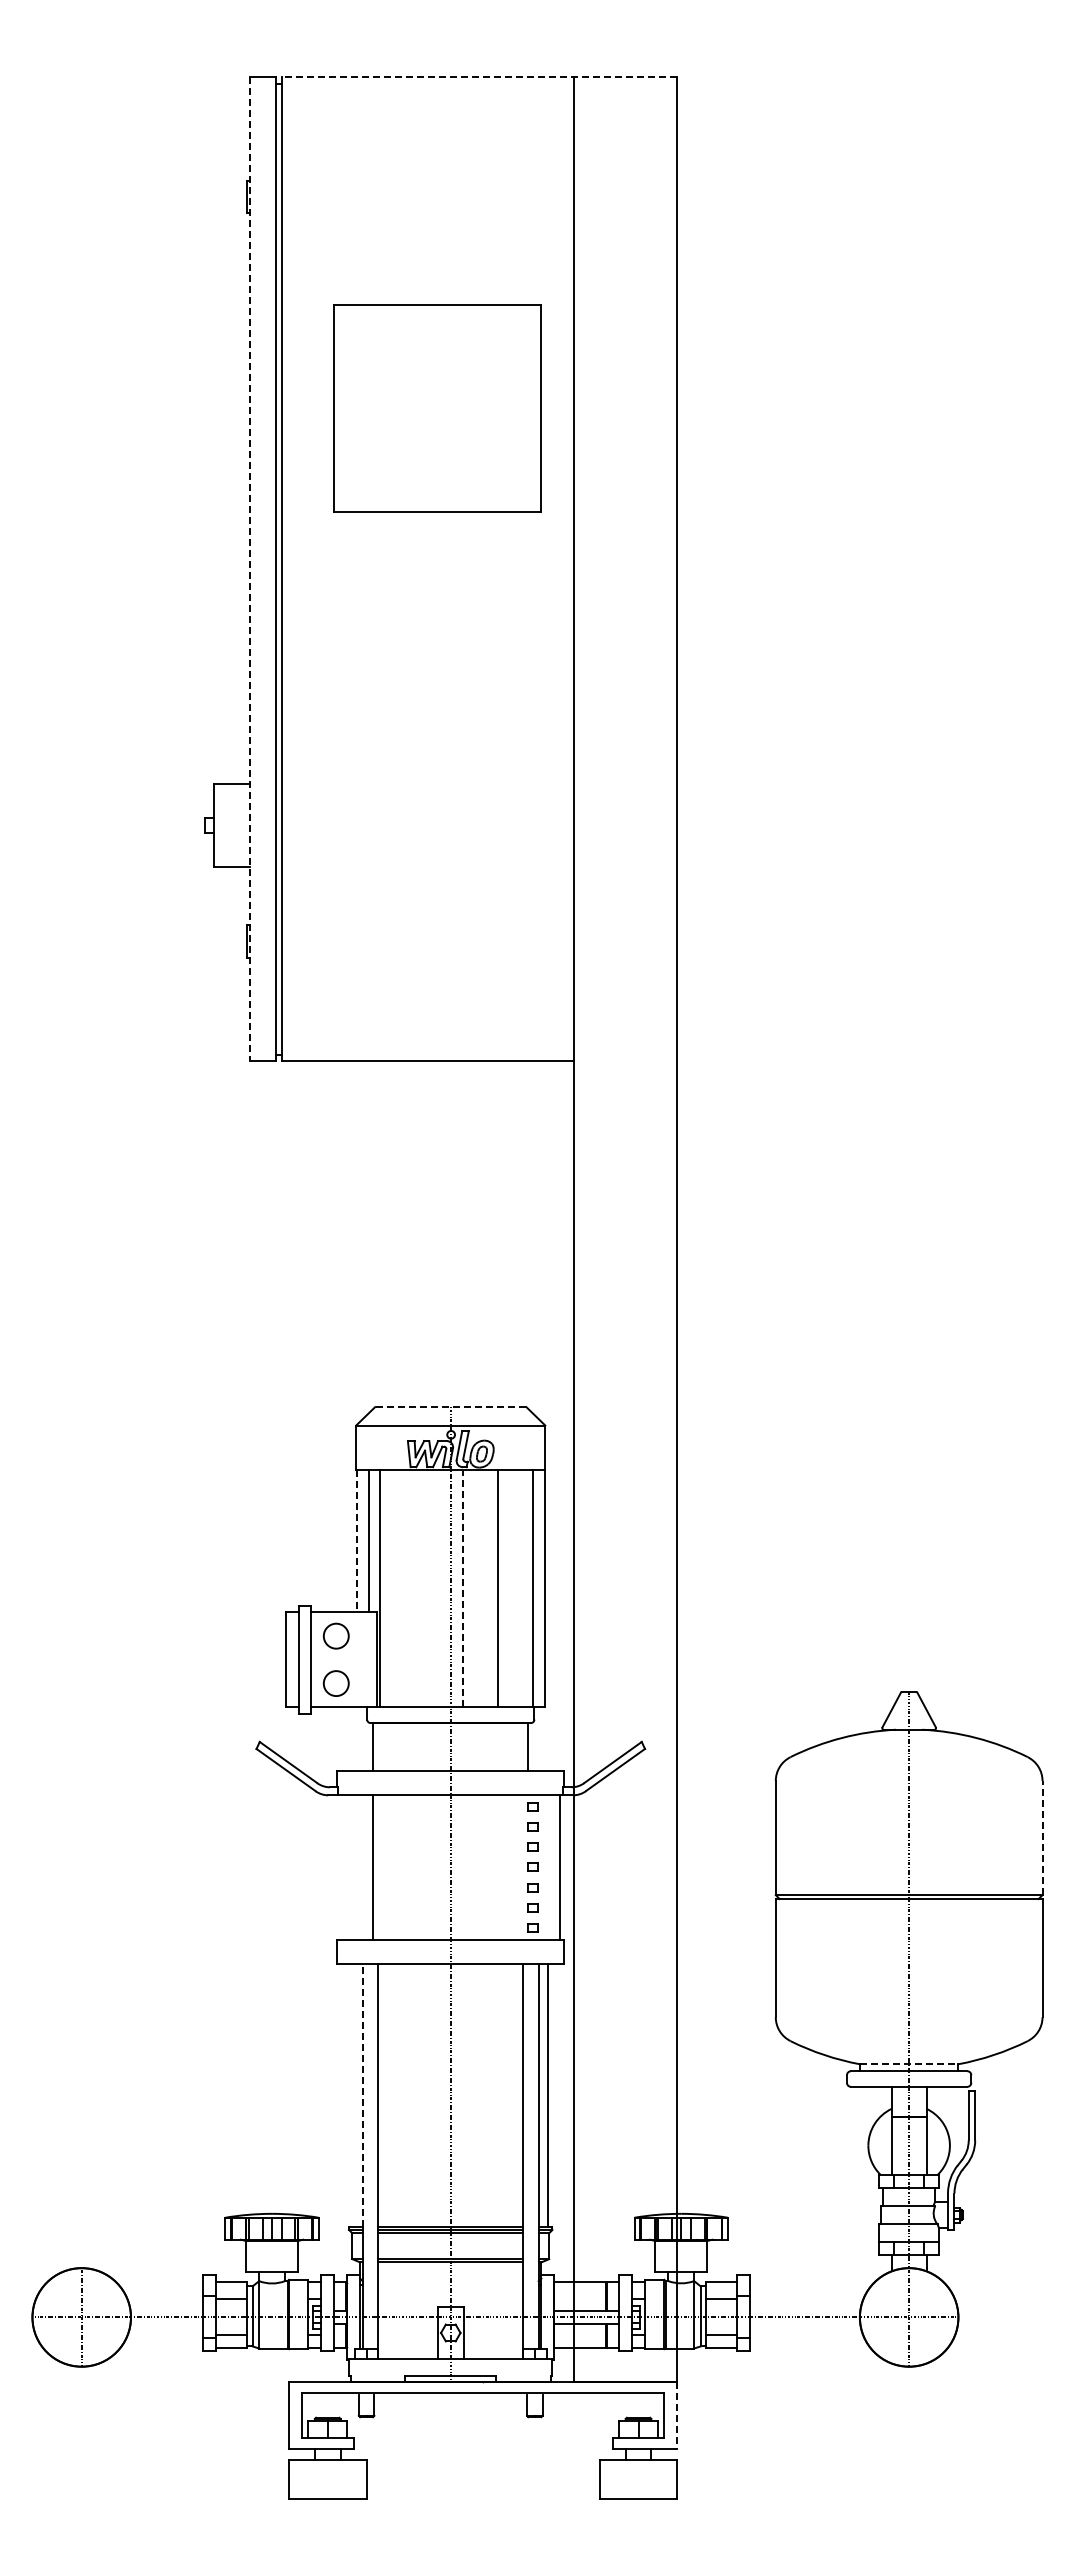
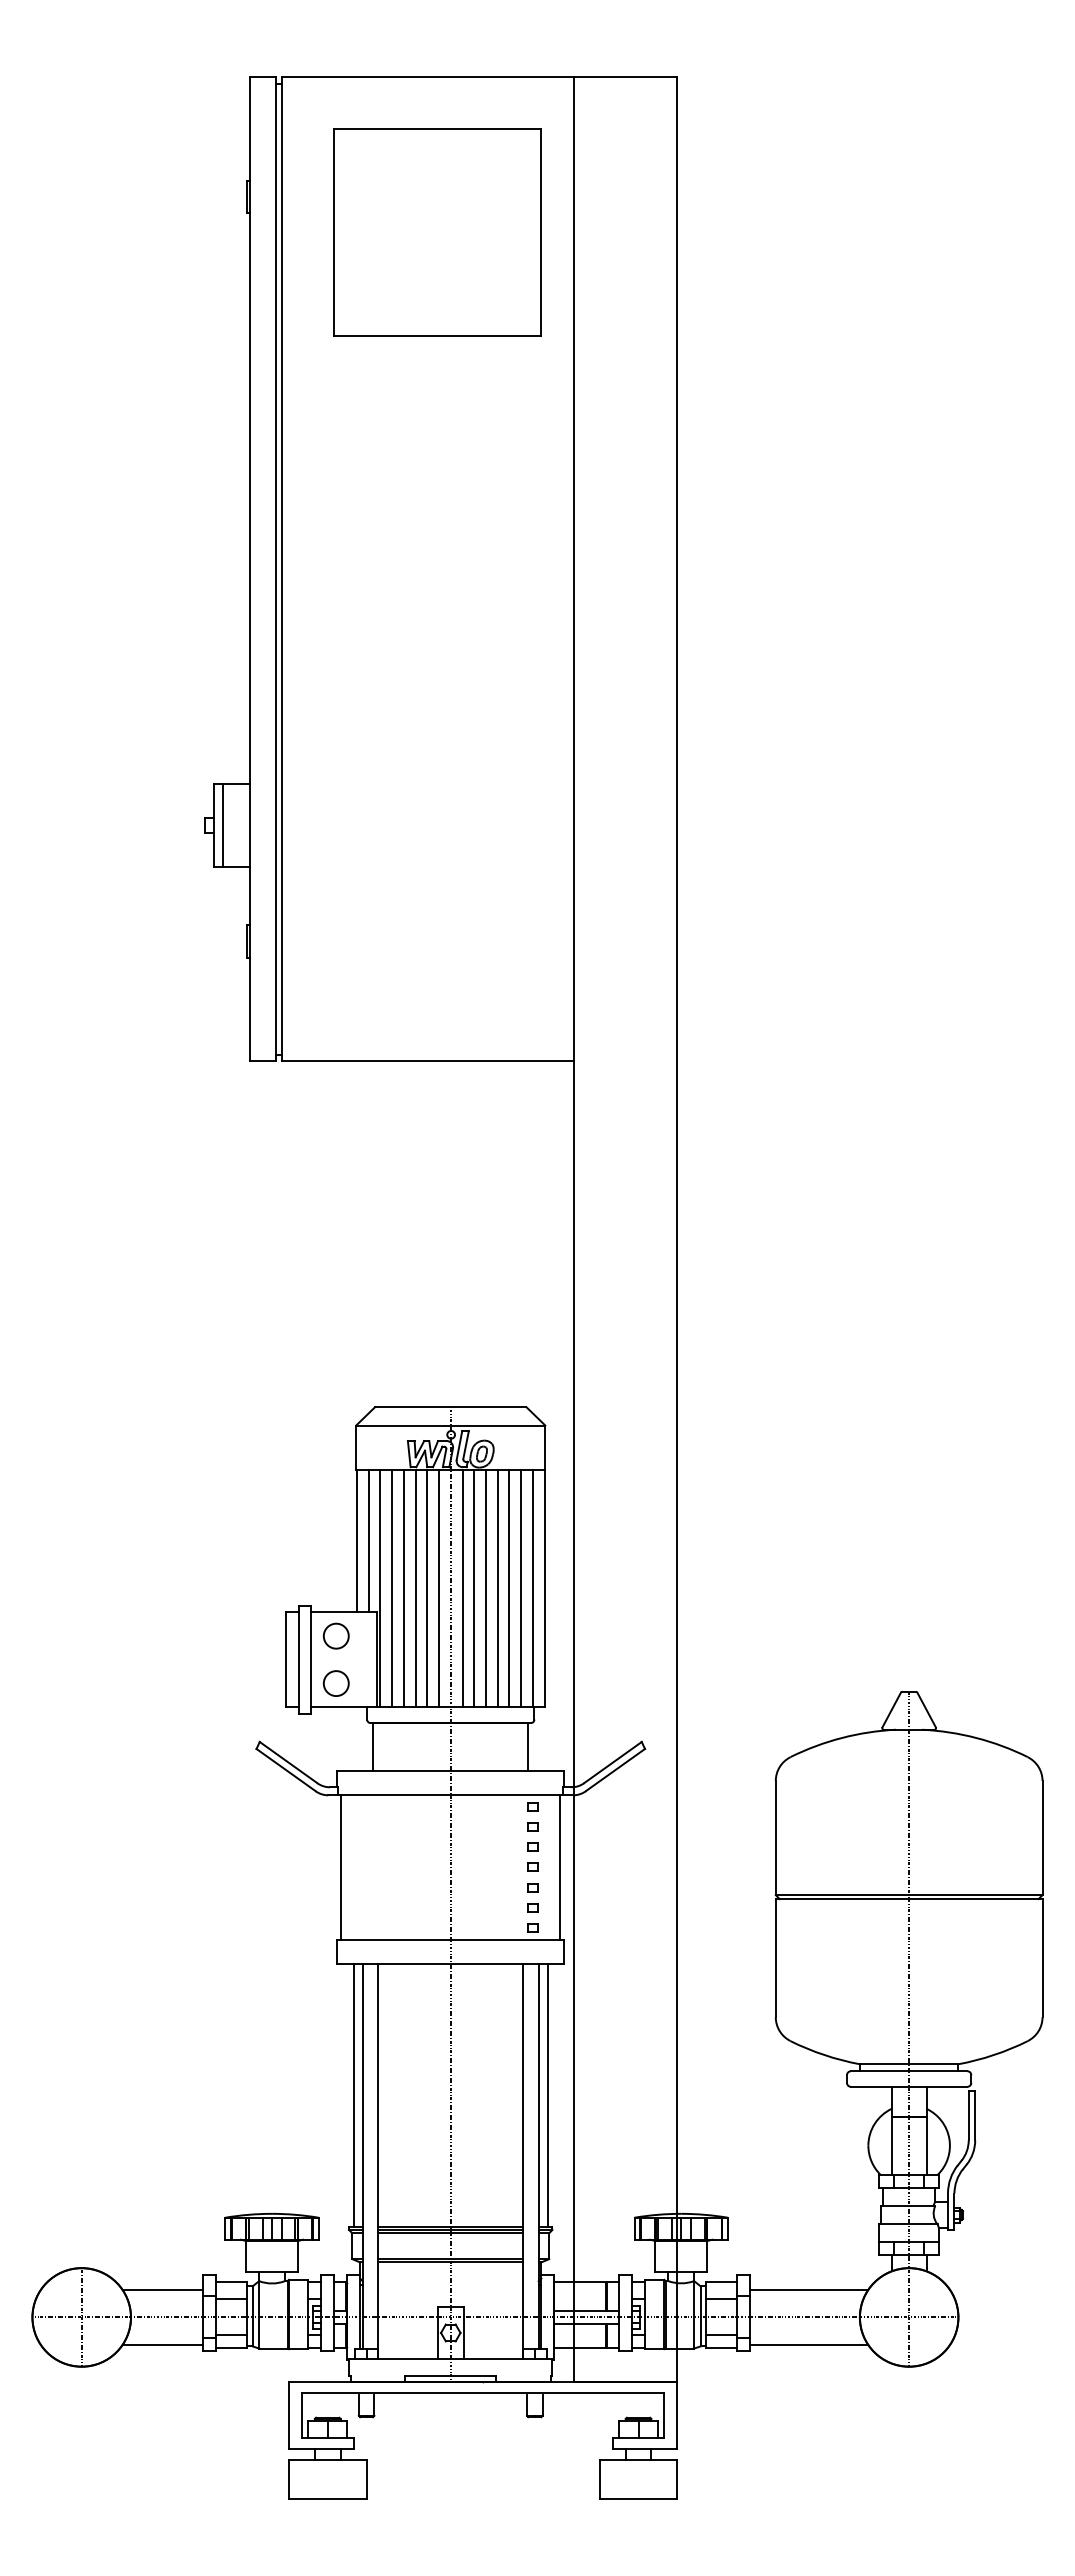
line at (479, 77): dashed -> solid
part at (437, 408) position: (437, 408) -> (437, 232)
line at (250, 569): dashed -> solid
line at (222, 825): none -> present
line at (450, 1407): dashed -> solid
line at (357, 1541): dashed -> solid
line at (392, 1588): none -> present
line at (403, 1588): none -> present
line at (415, 1588): none -> present
line at (427, 1588): none -> present
line at (438, 1588): none -> present
line at (462, 1588): dashed -> solid
line at (474, 1588): none -> present
line at (485, 1588): none -> present
line at (509, 1588): none -> present
line at (521, 1588): none -> present
line at (1042, 1837): dashed -> solid
line at (373, 1867) position: (373, 1867) -> (341, 1867)
line at (909, 2064): dashed -> solid
line at (353, 2094): none -> present
line at (362, 2095): dashed -> solid
line at (162, 2289): none -> present
line at (808, 2289): none -> present
line at (162, 2344): none -> present
line at (808, 2344): none -> present
line at (677, 2415): dashed -> solid
